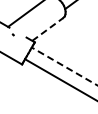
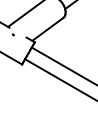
line at (48, 29): dashed -> solid
line at (64, 66): dashed -> solid
